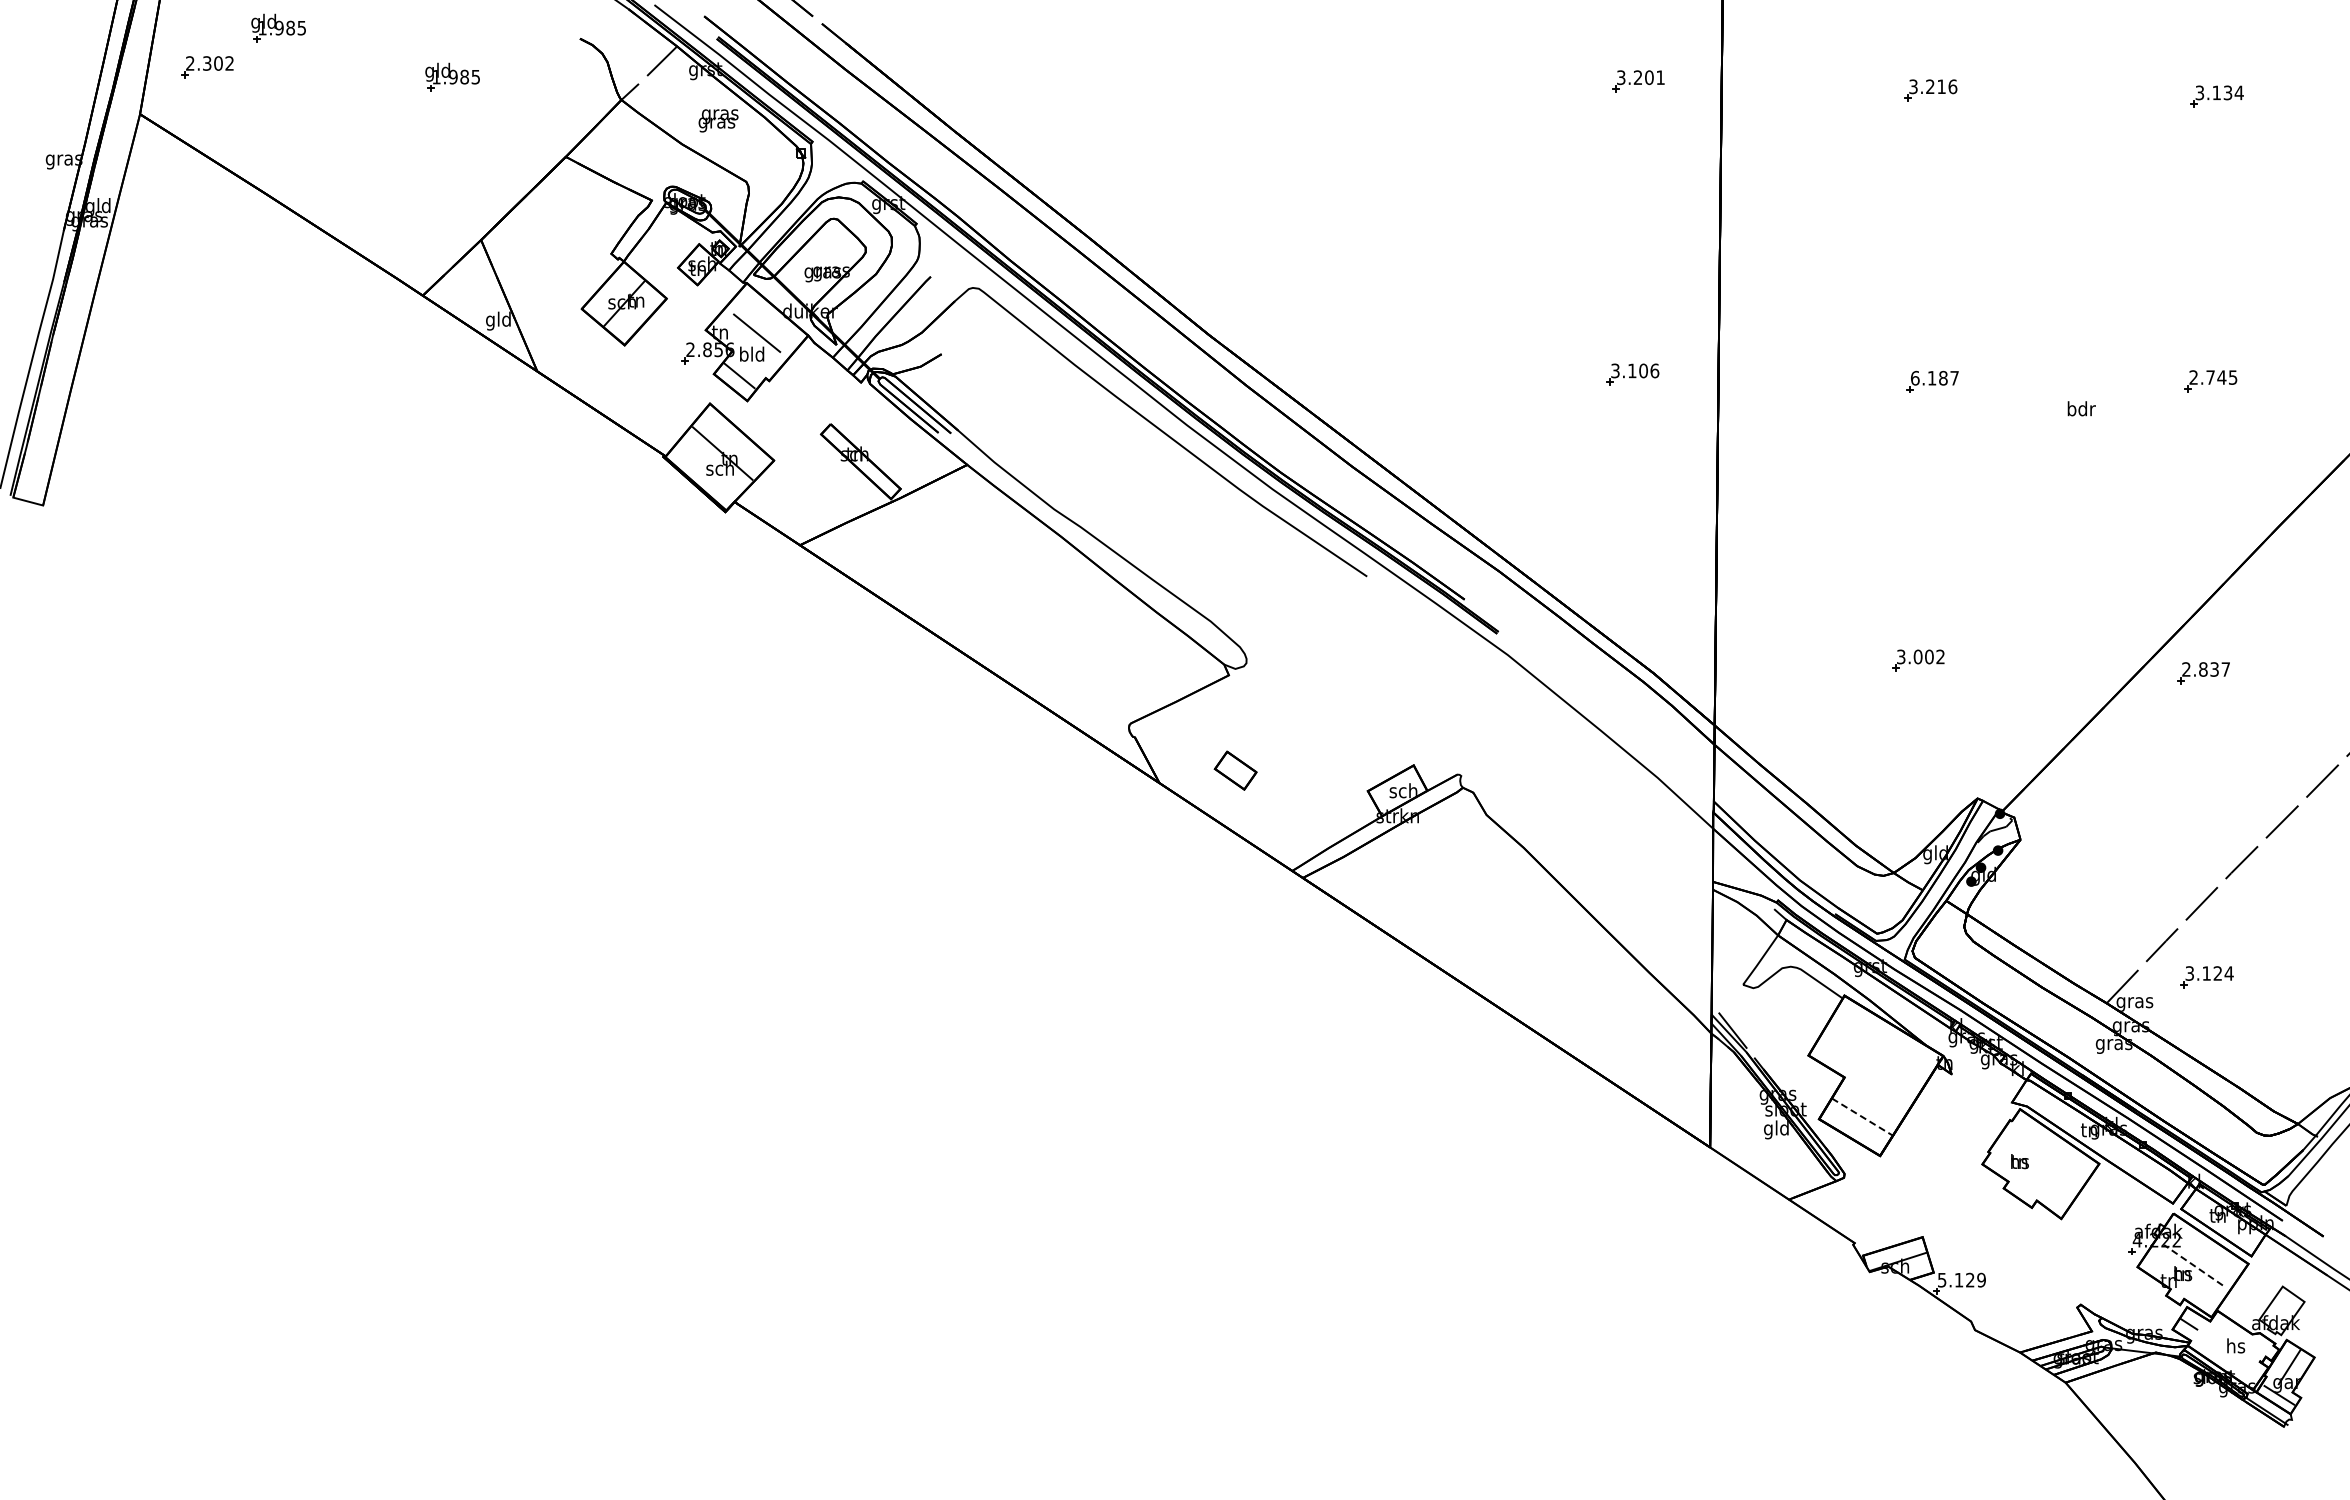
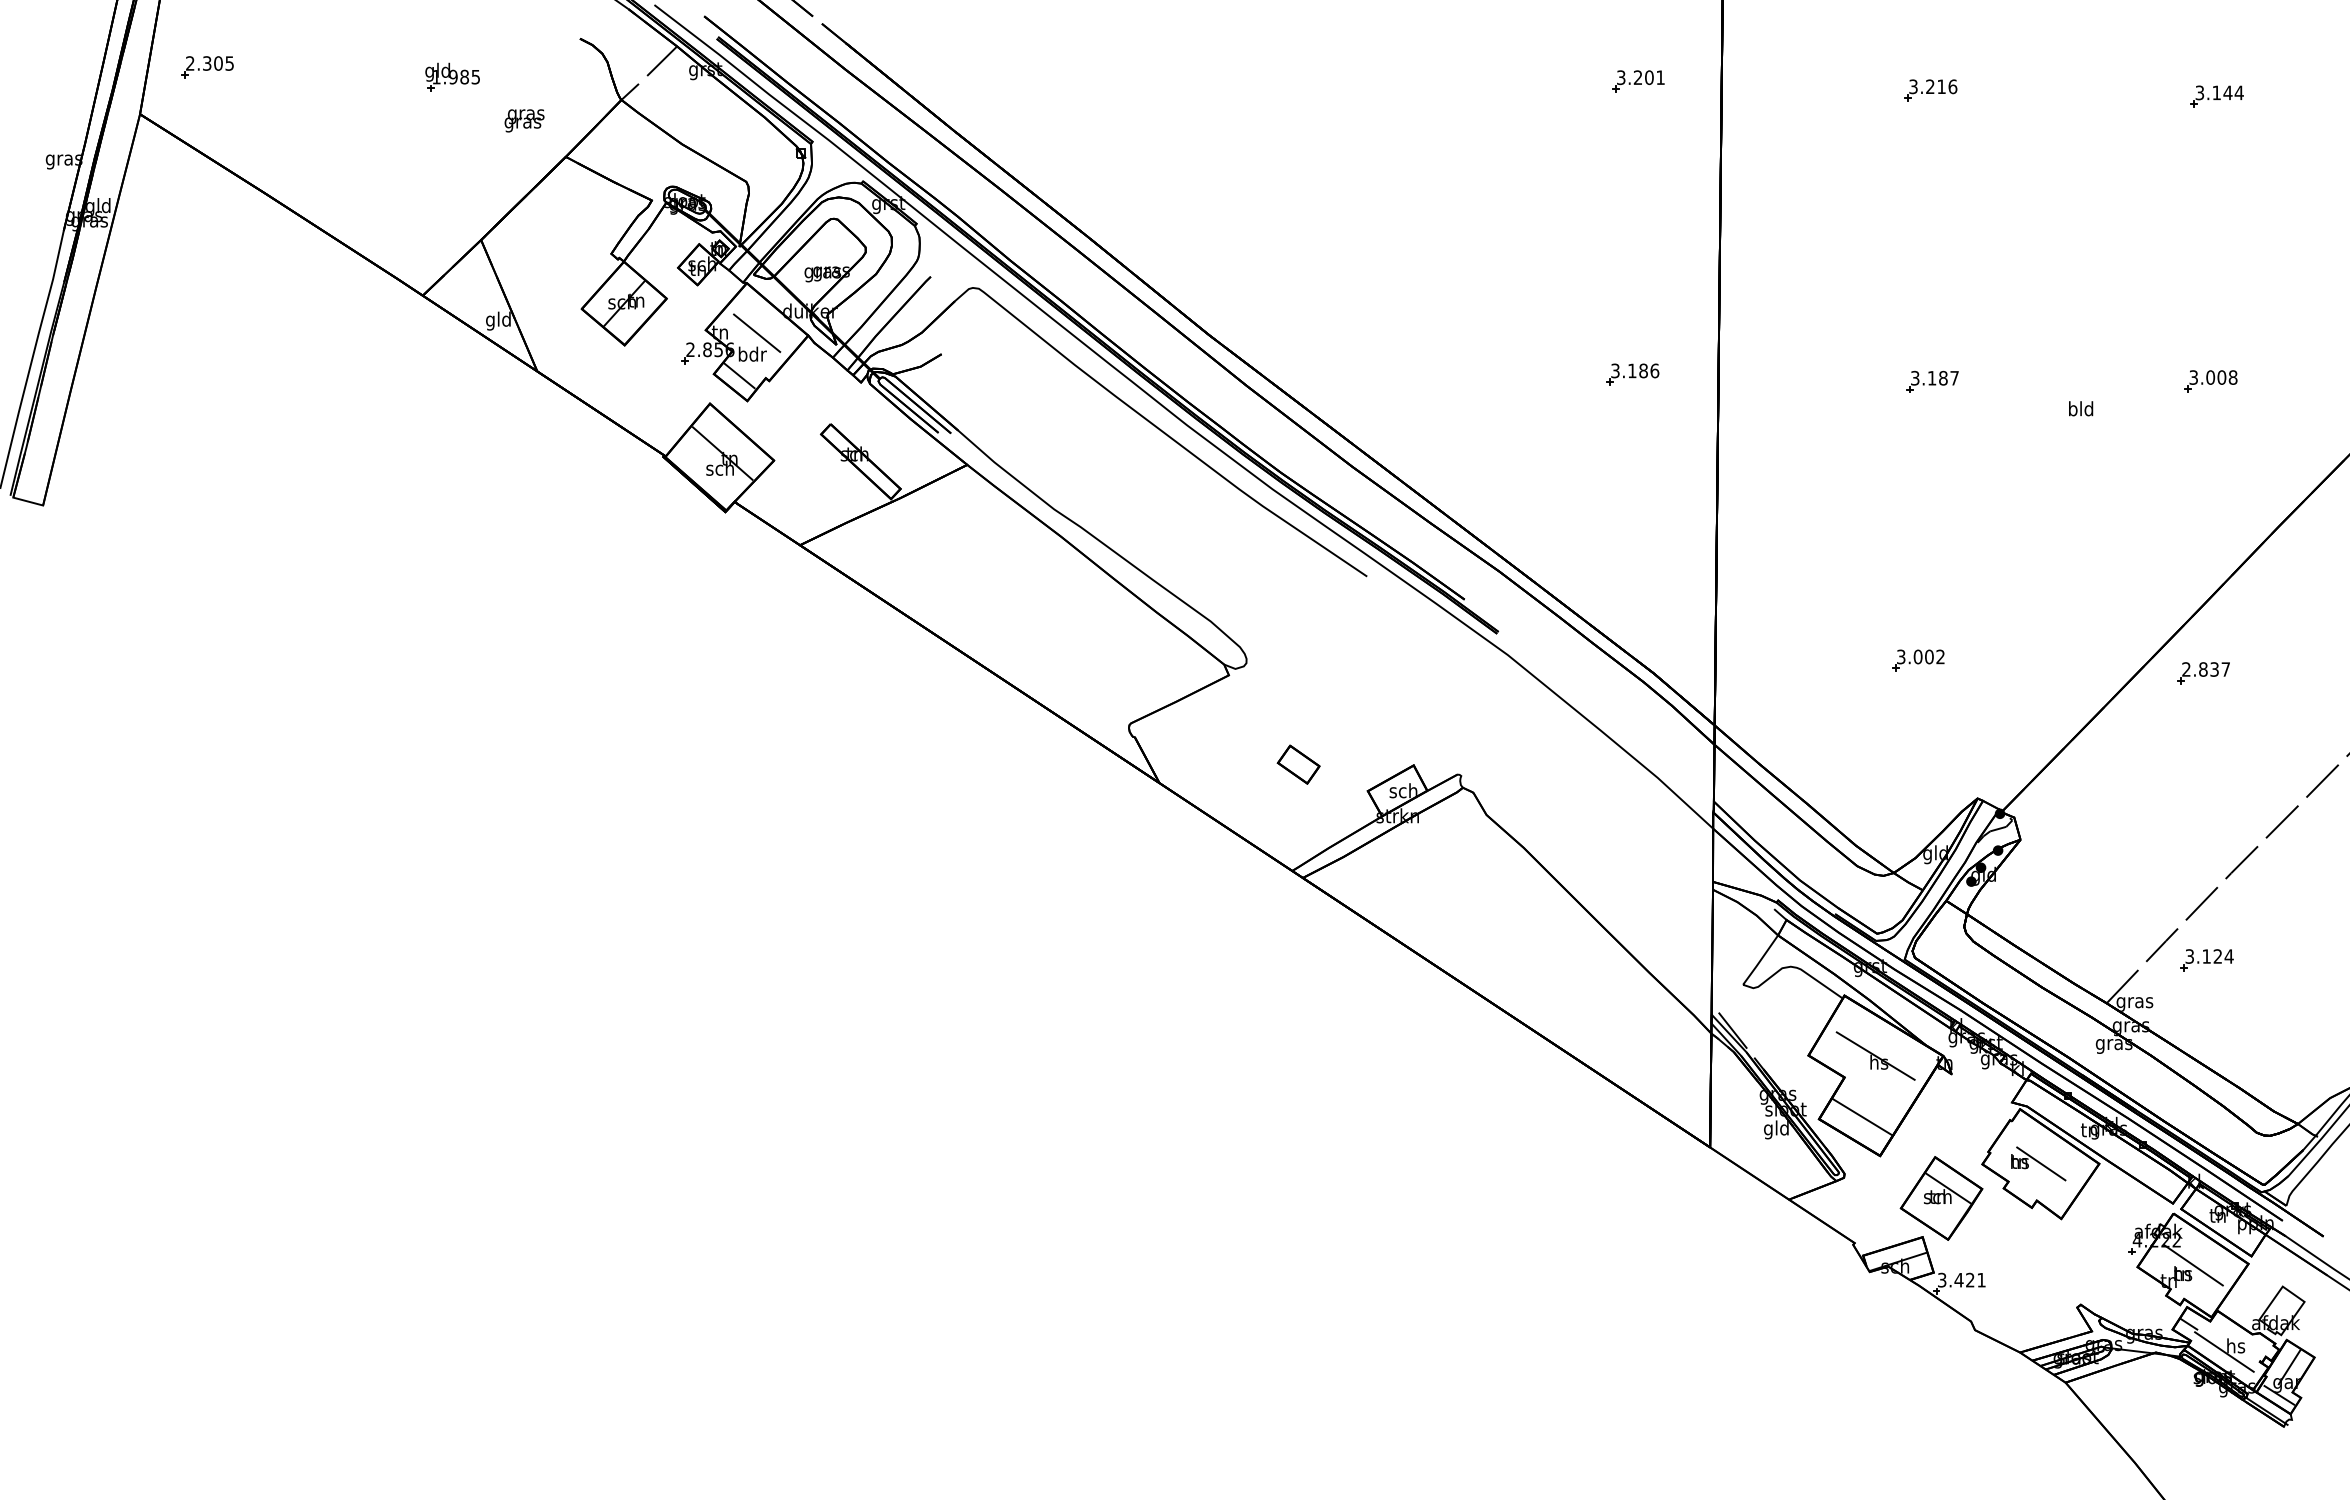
part at (278, 27): present -> none
text at (229, 63): 2.302 -> 2.305
text at (2227, 92): 3.134 -> 3.144
text at (718, 120) position: (718, 120) -> (524, 120)
text at (752, 353): bld -> bdr
text at (1643, 370): 3.106 -> 3.186
text at (1915, 377): 6.187 -> 3.187
text at (2213, 377): 2.745 -> 3.008
text at (2081, 408): bdr -> bld
part at (1235, 770) position: (1235, 770) -> (1298, 764)
part at (2206, 977) position: (2206, 977) -> (2206, 960)
part at (1875, 1055): none -> present
line at (1862, 1117): dashed -> solid
line at (2041, 1163): none -> present
part at (1941, 1198): none -> present
line at (2193, 1265): dashed -> solid
text at (1961, 1279): 5.129 -> 3.421
line at (2224, 1351): none -> present
